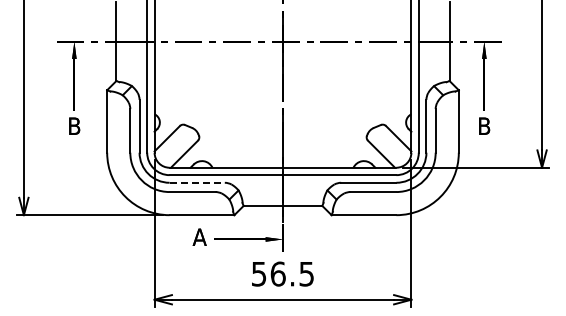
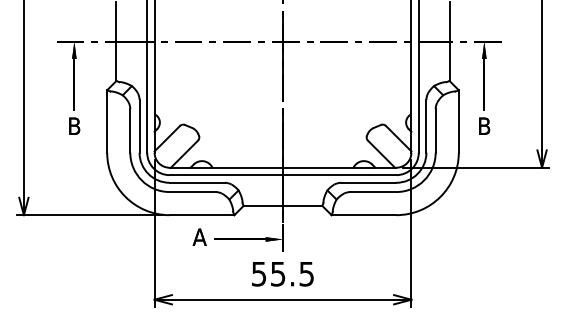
line at (197, 182): dashed -> solid
text at (277, 273): 56.5 -> 55.5
